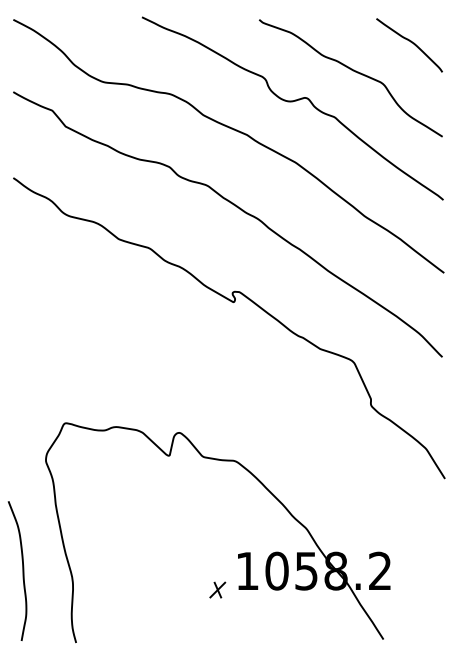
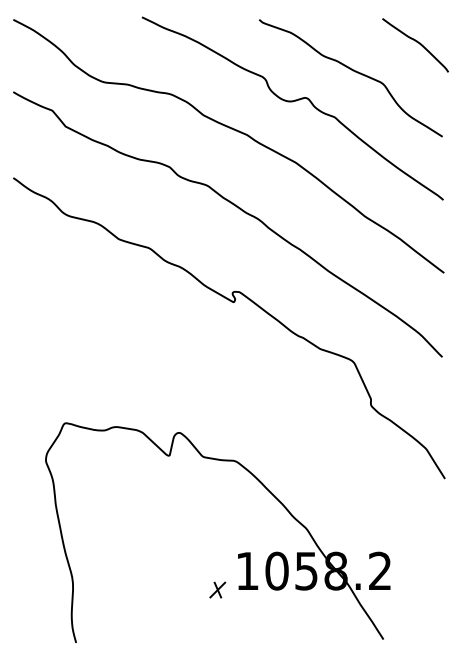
curve at (410, 42) position: (410, 42) -> (416, 42)
curve at (22, 570): present -> none
